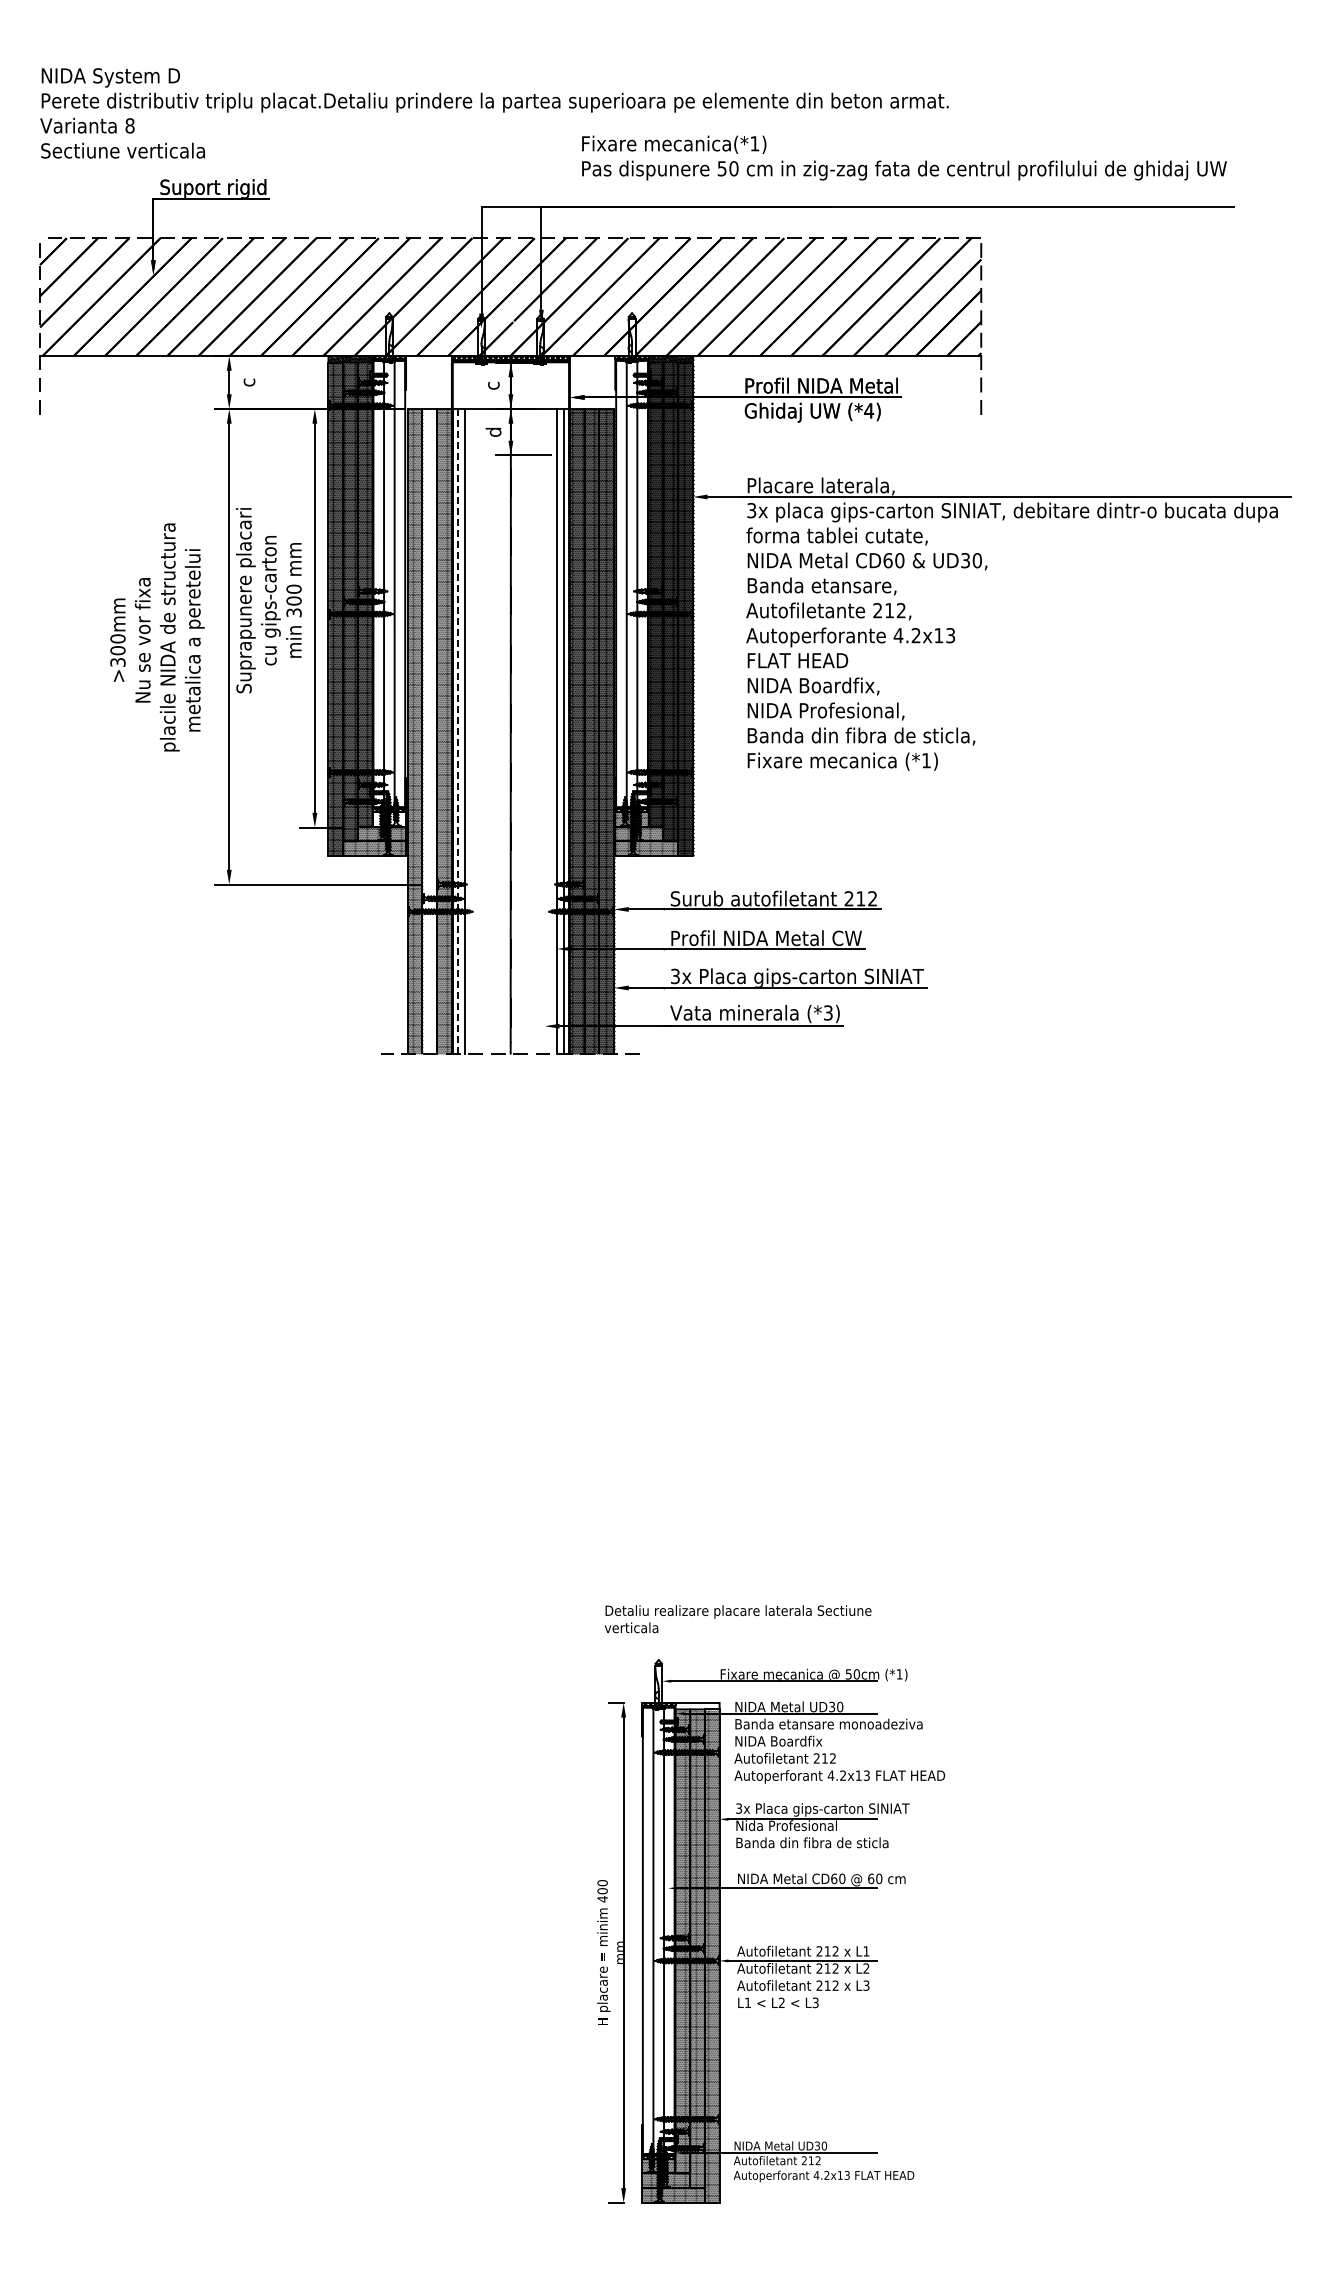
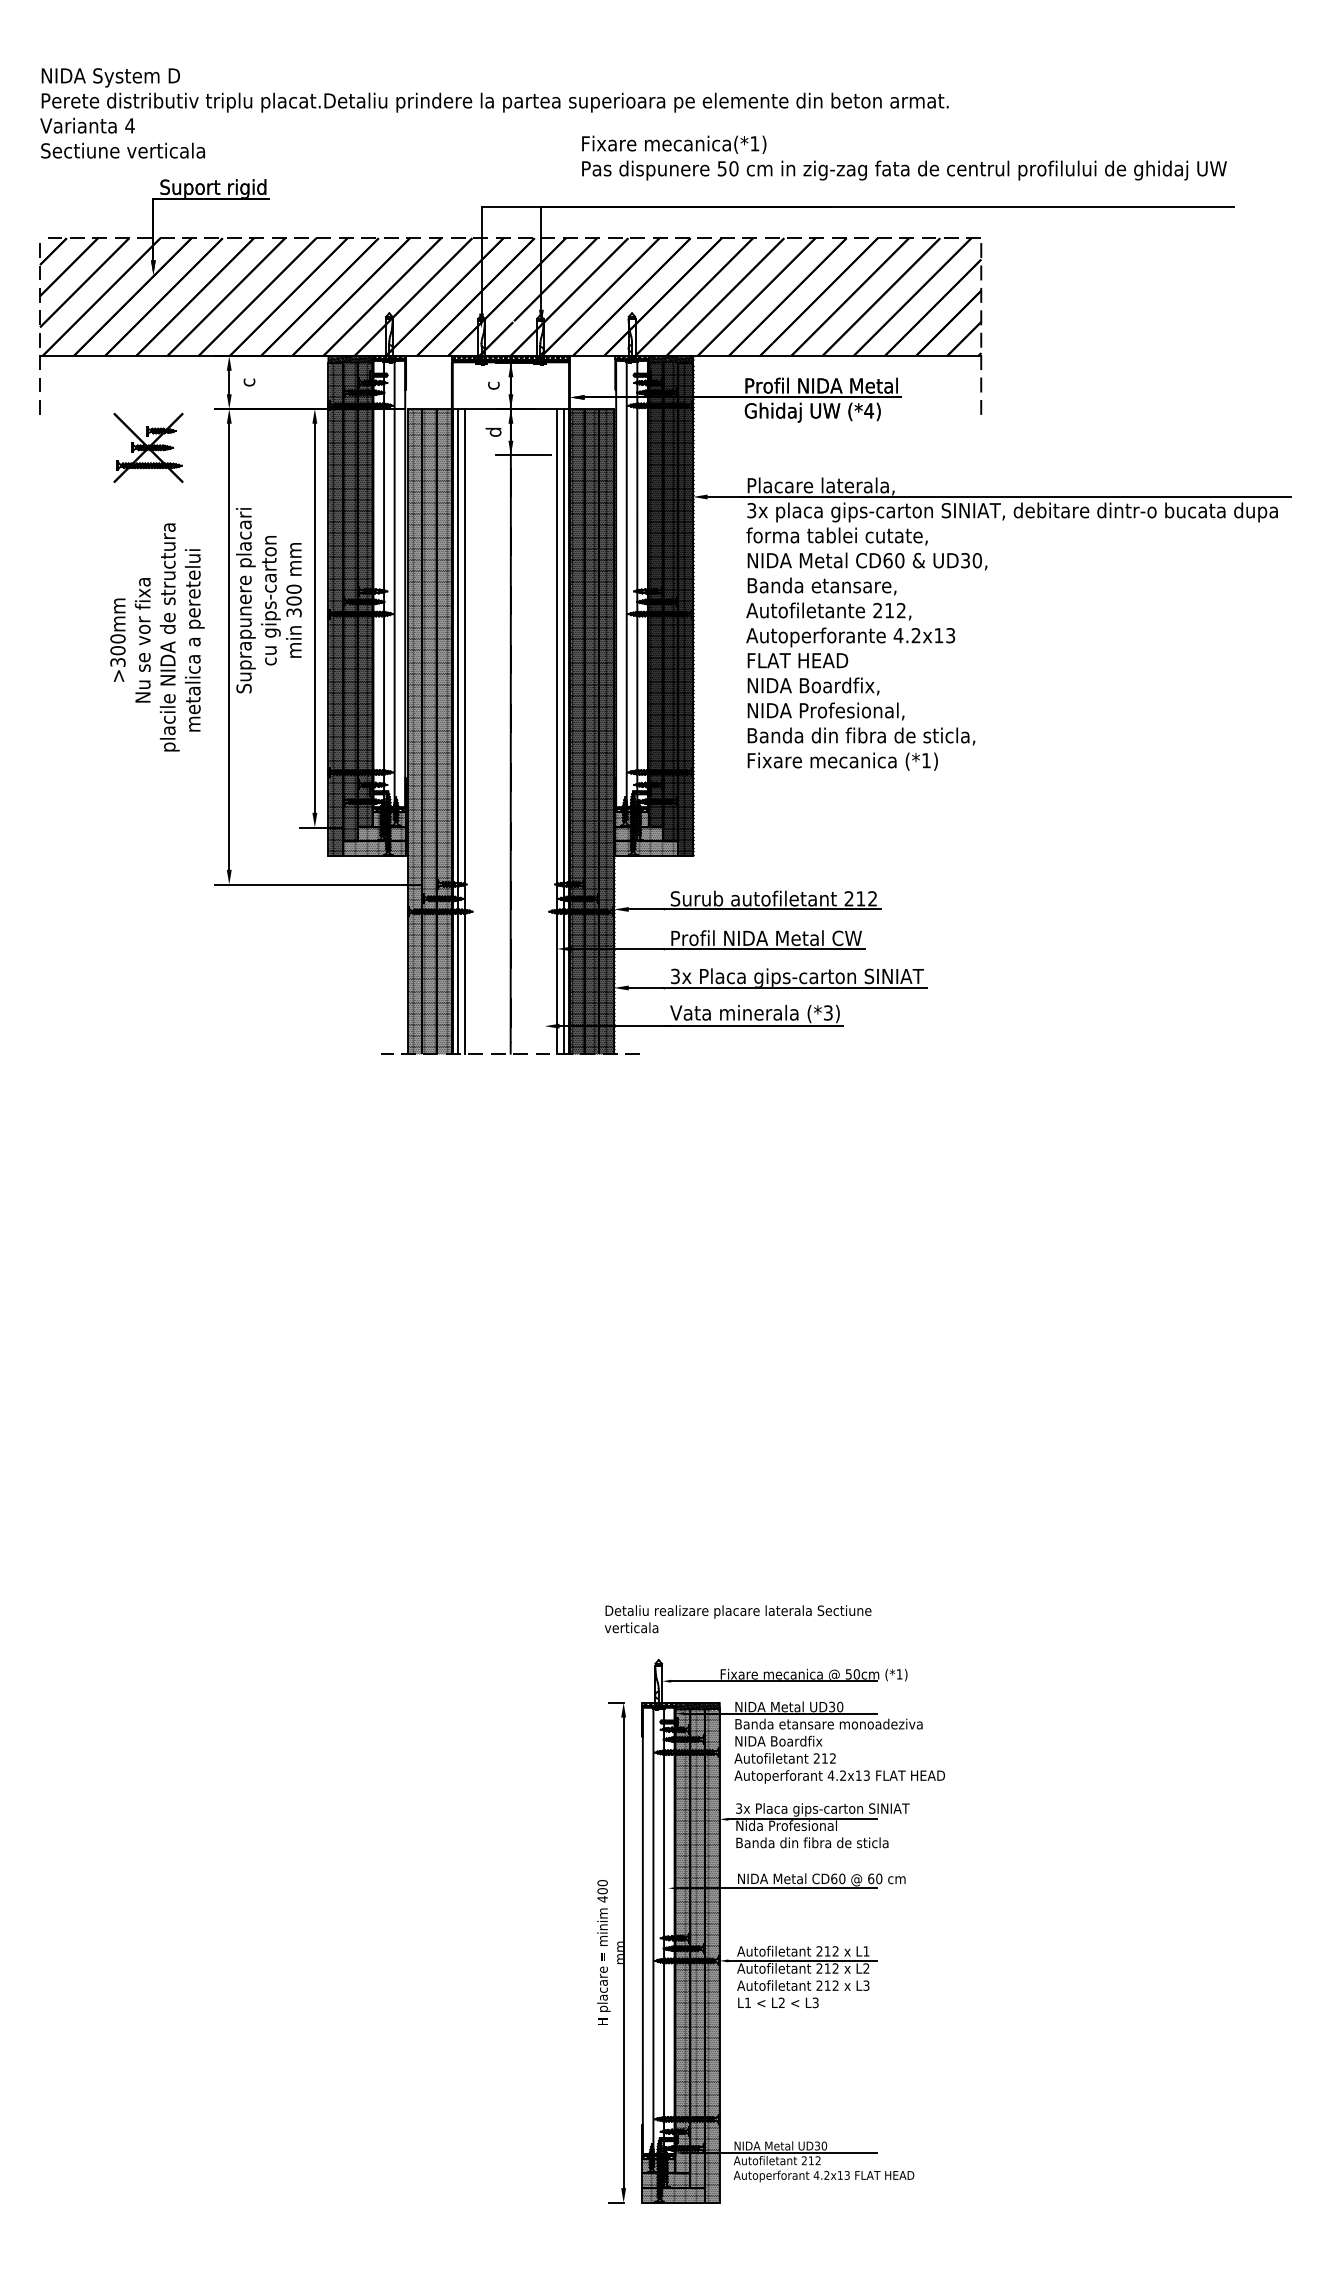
text at (129, 125): 8 -> 4
part at (148, 447): none -> present
line at (457, 730): dashed -> solid
hatch at (429, 731): none -> present
hatch at (389, 818): none -> present
hatch at (697, 1705): none -> present
